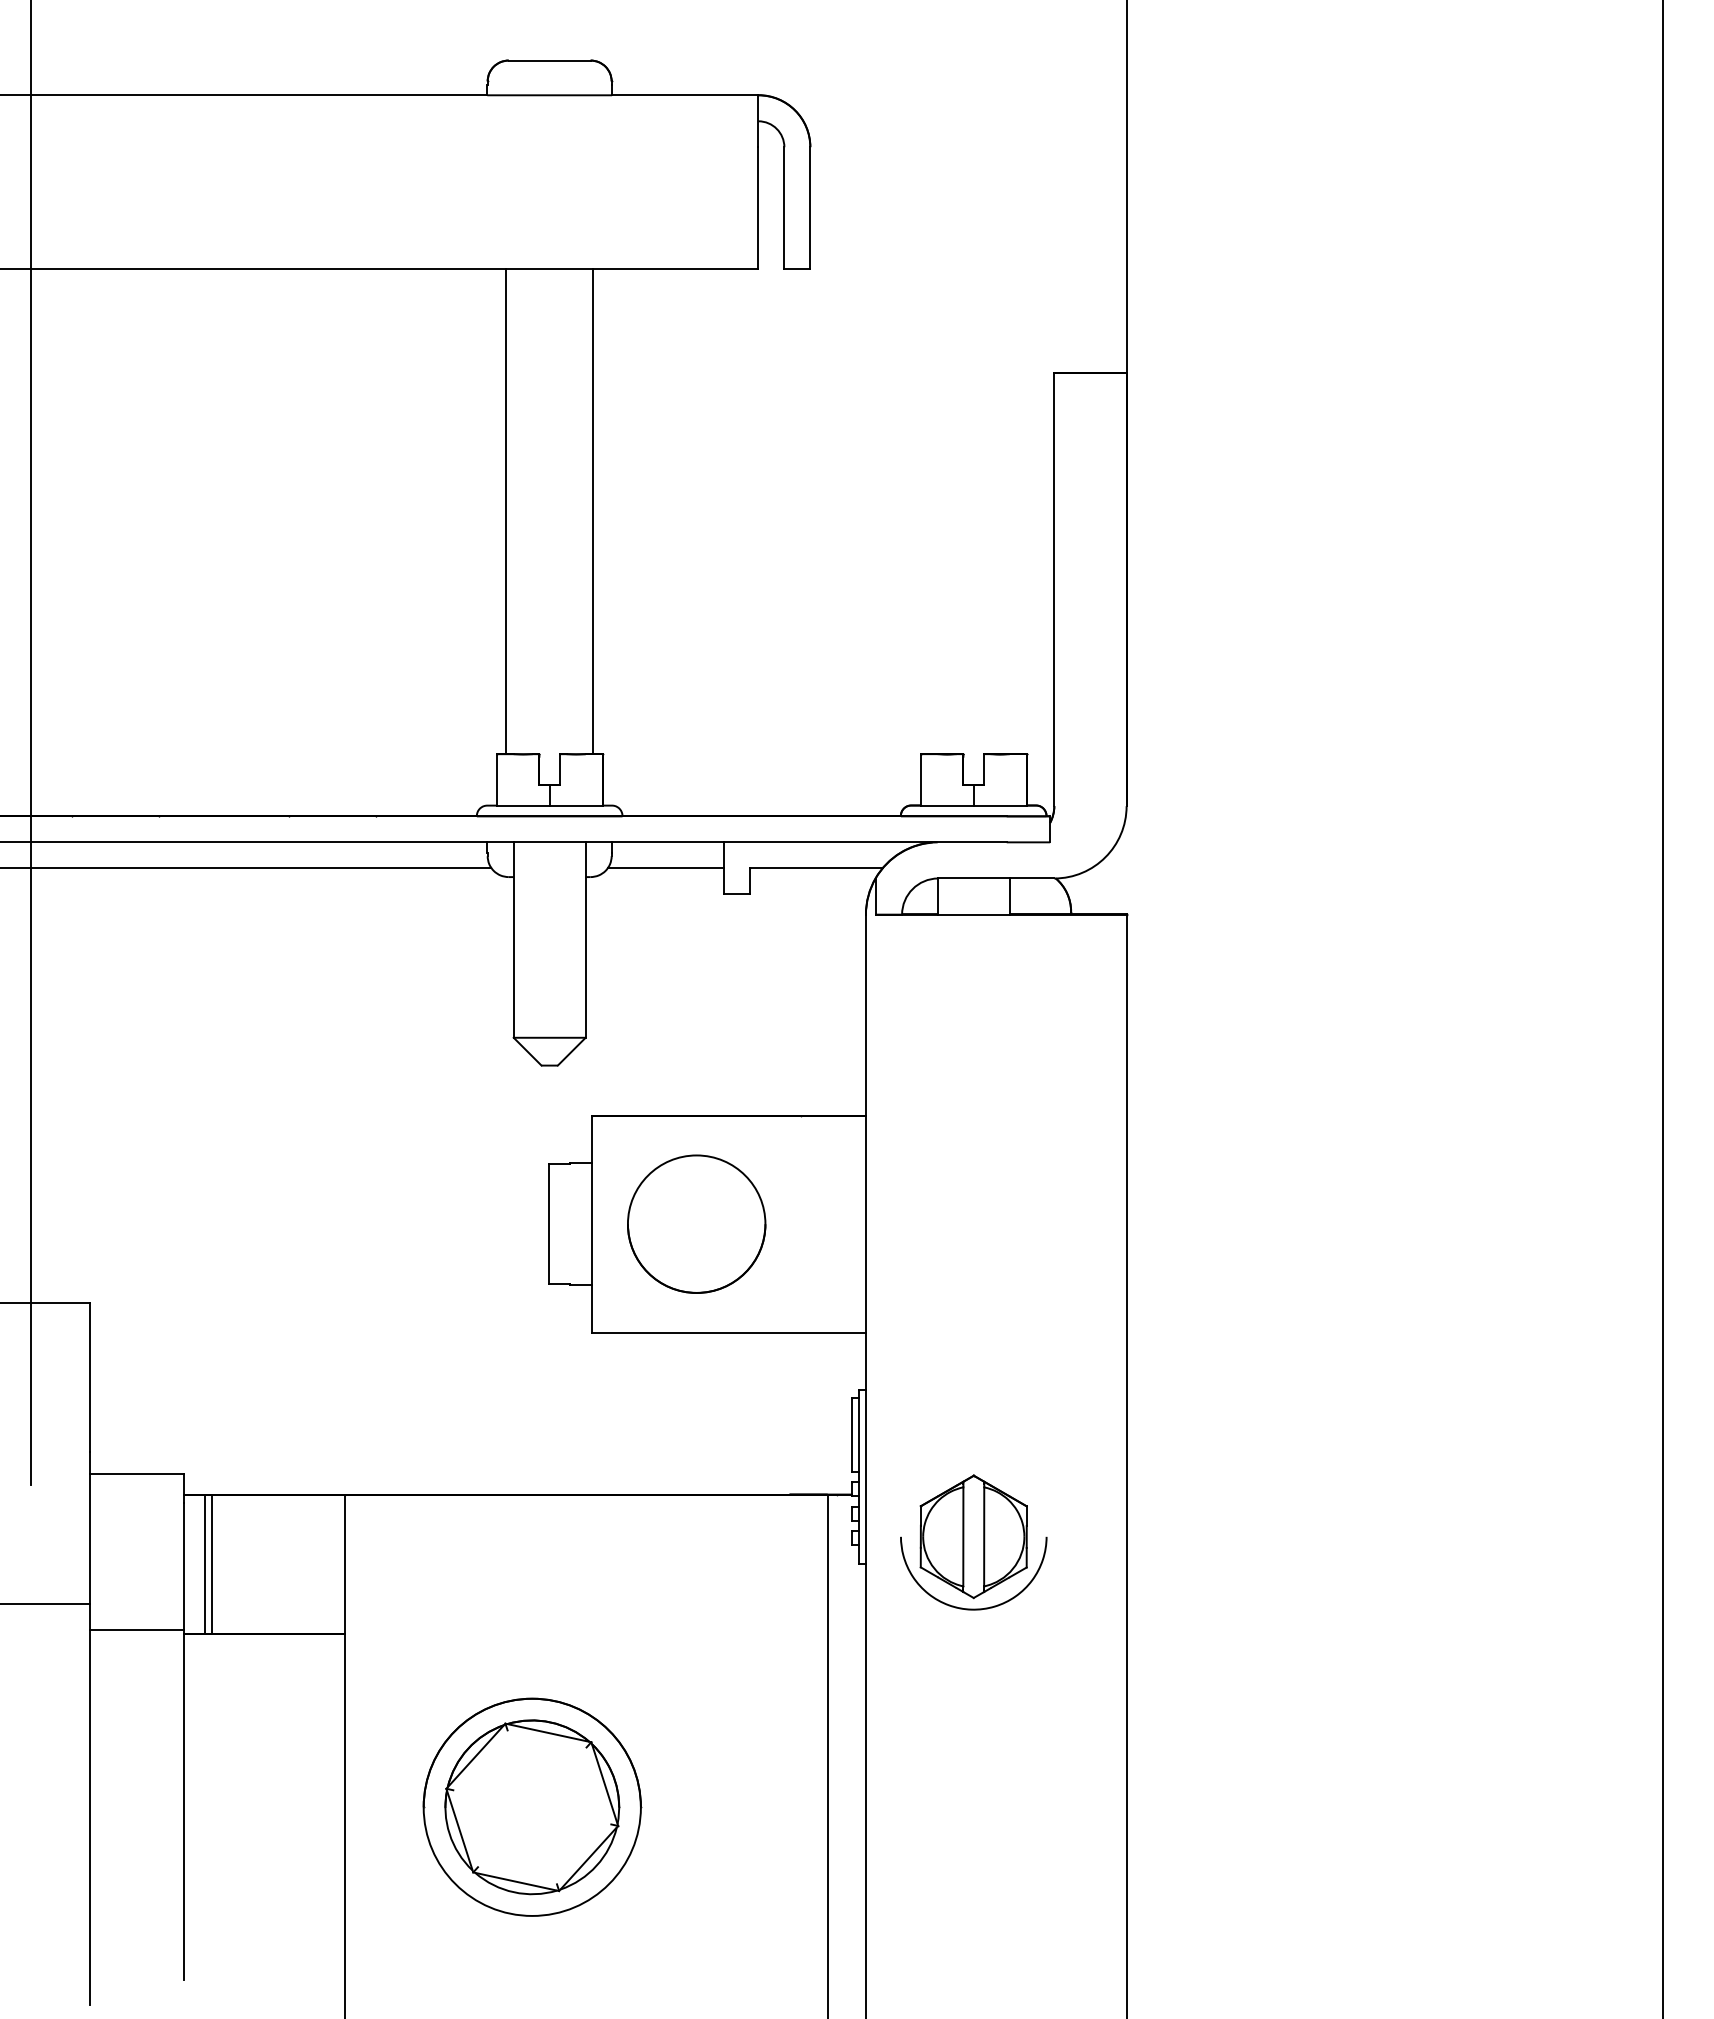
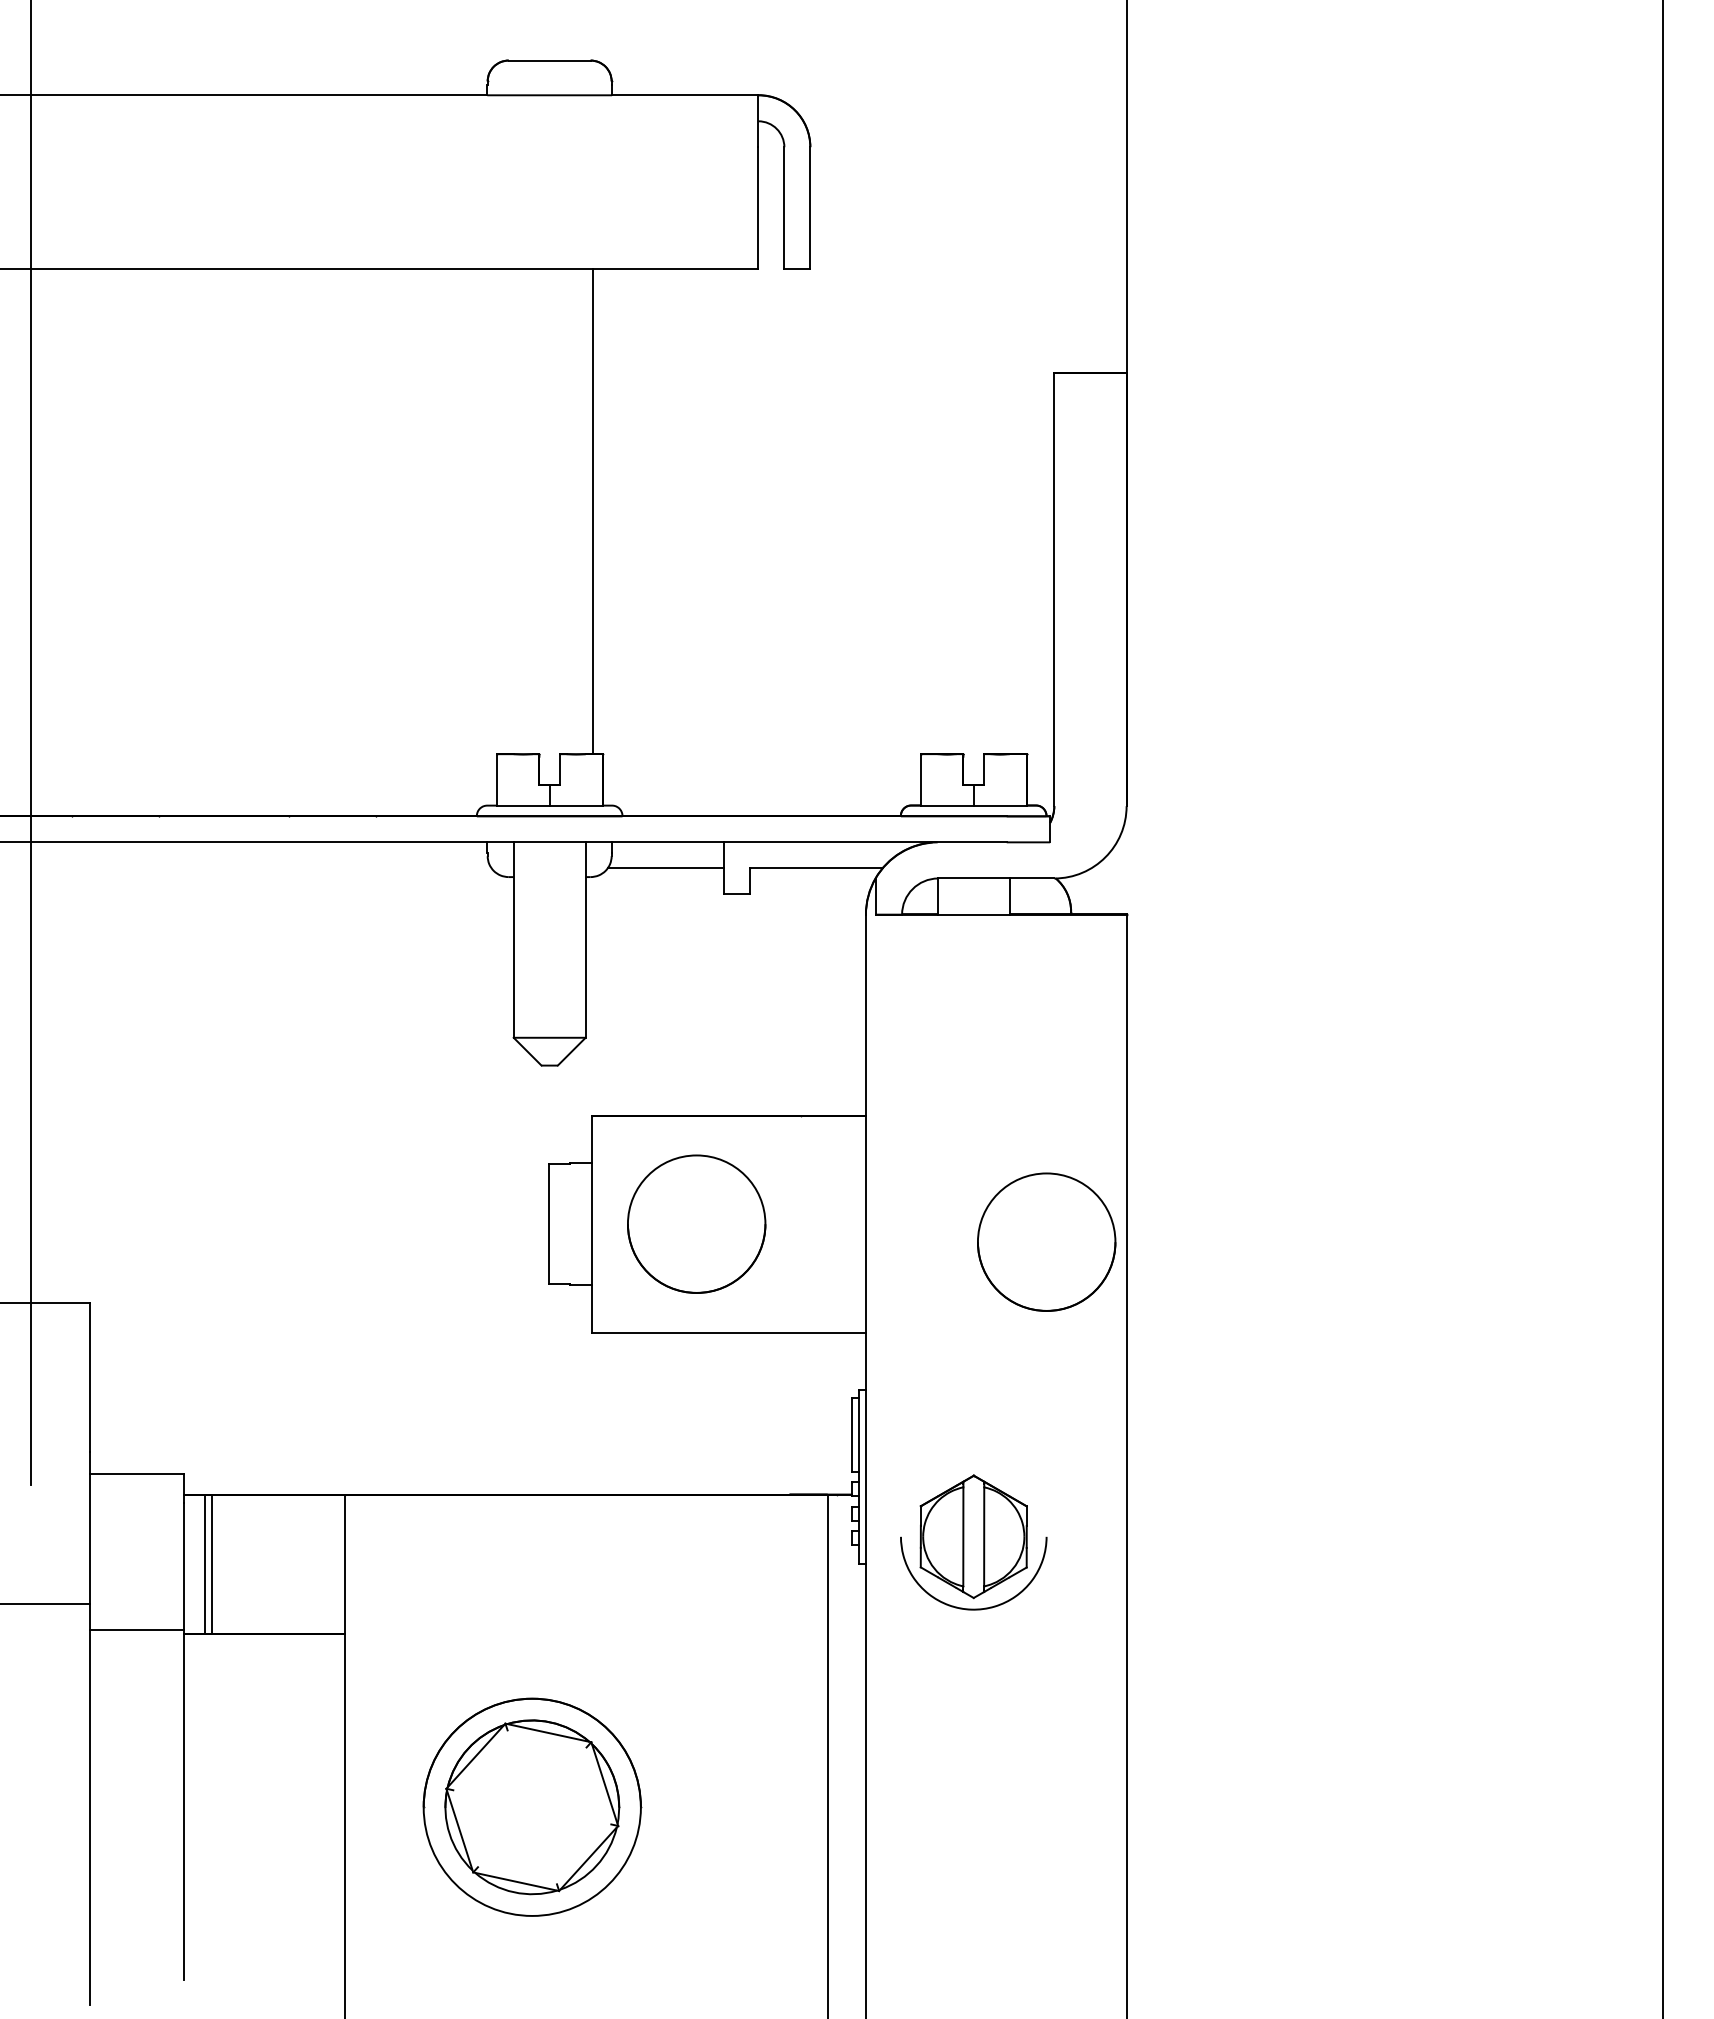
line at (506, 511): present -> none
line at (246, 868): present -> none
circle at (1046, 1241): none -> present
